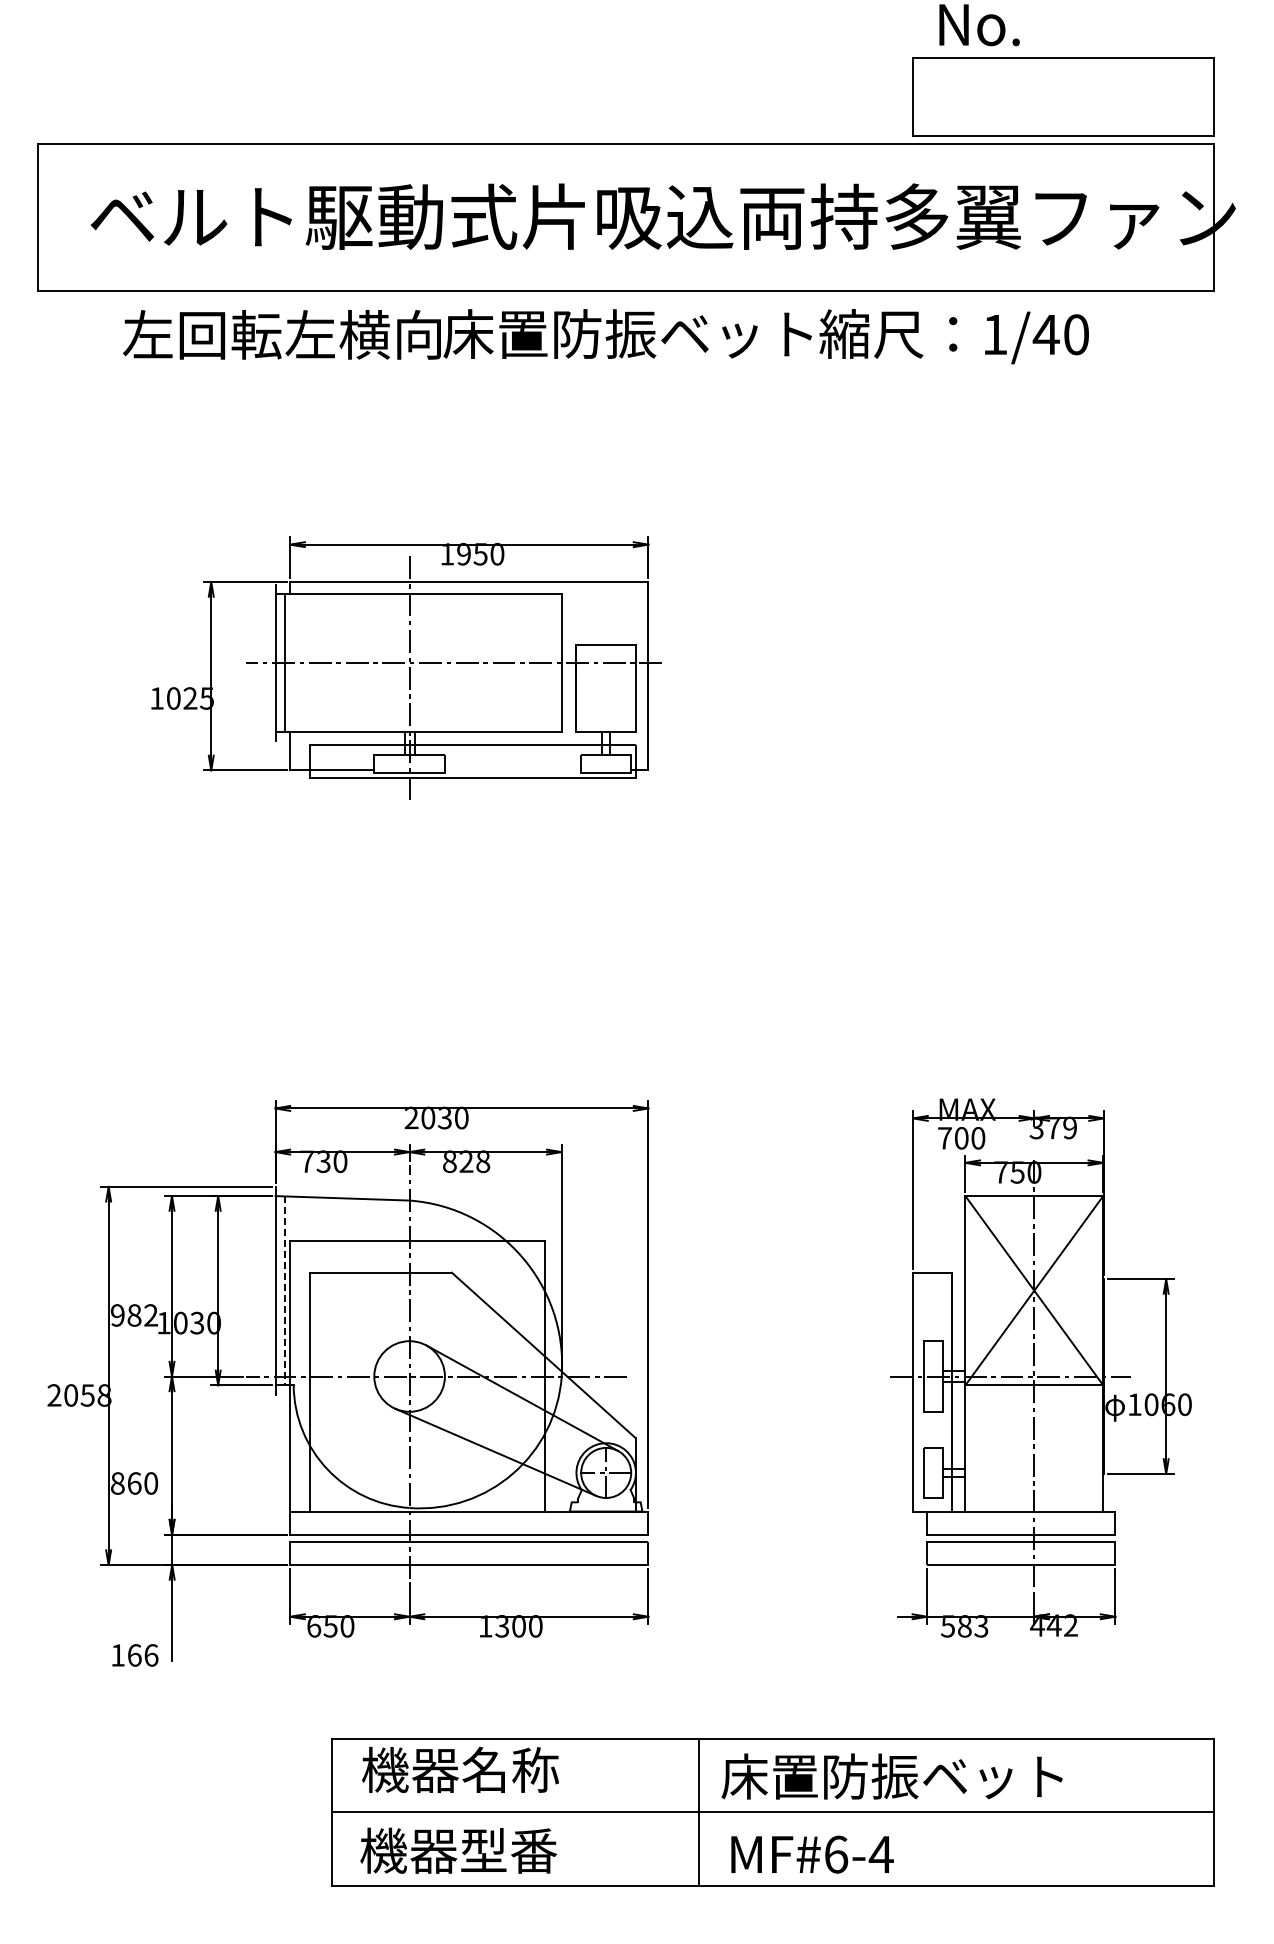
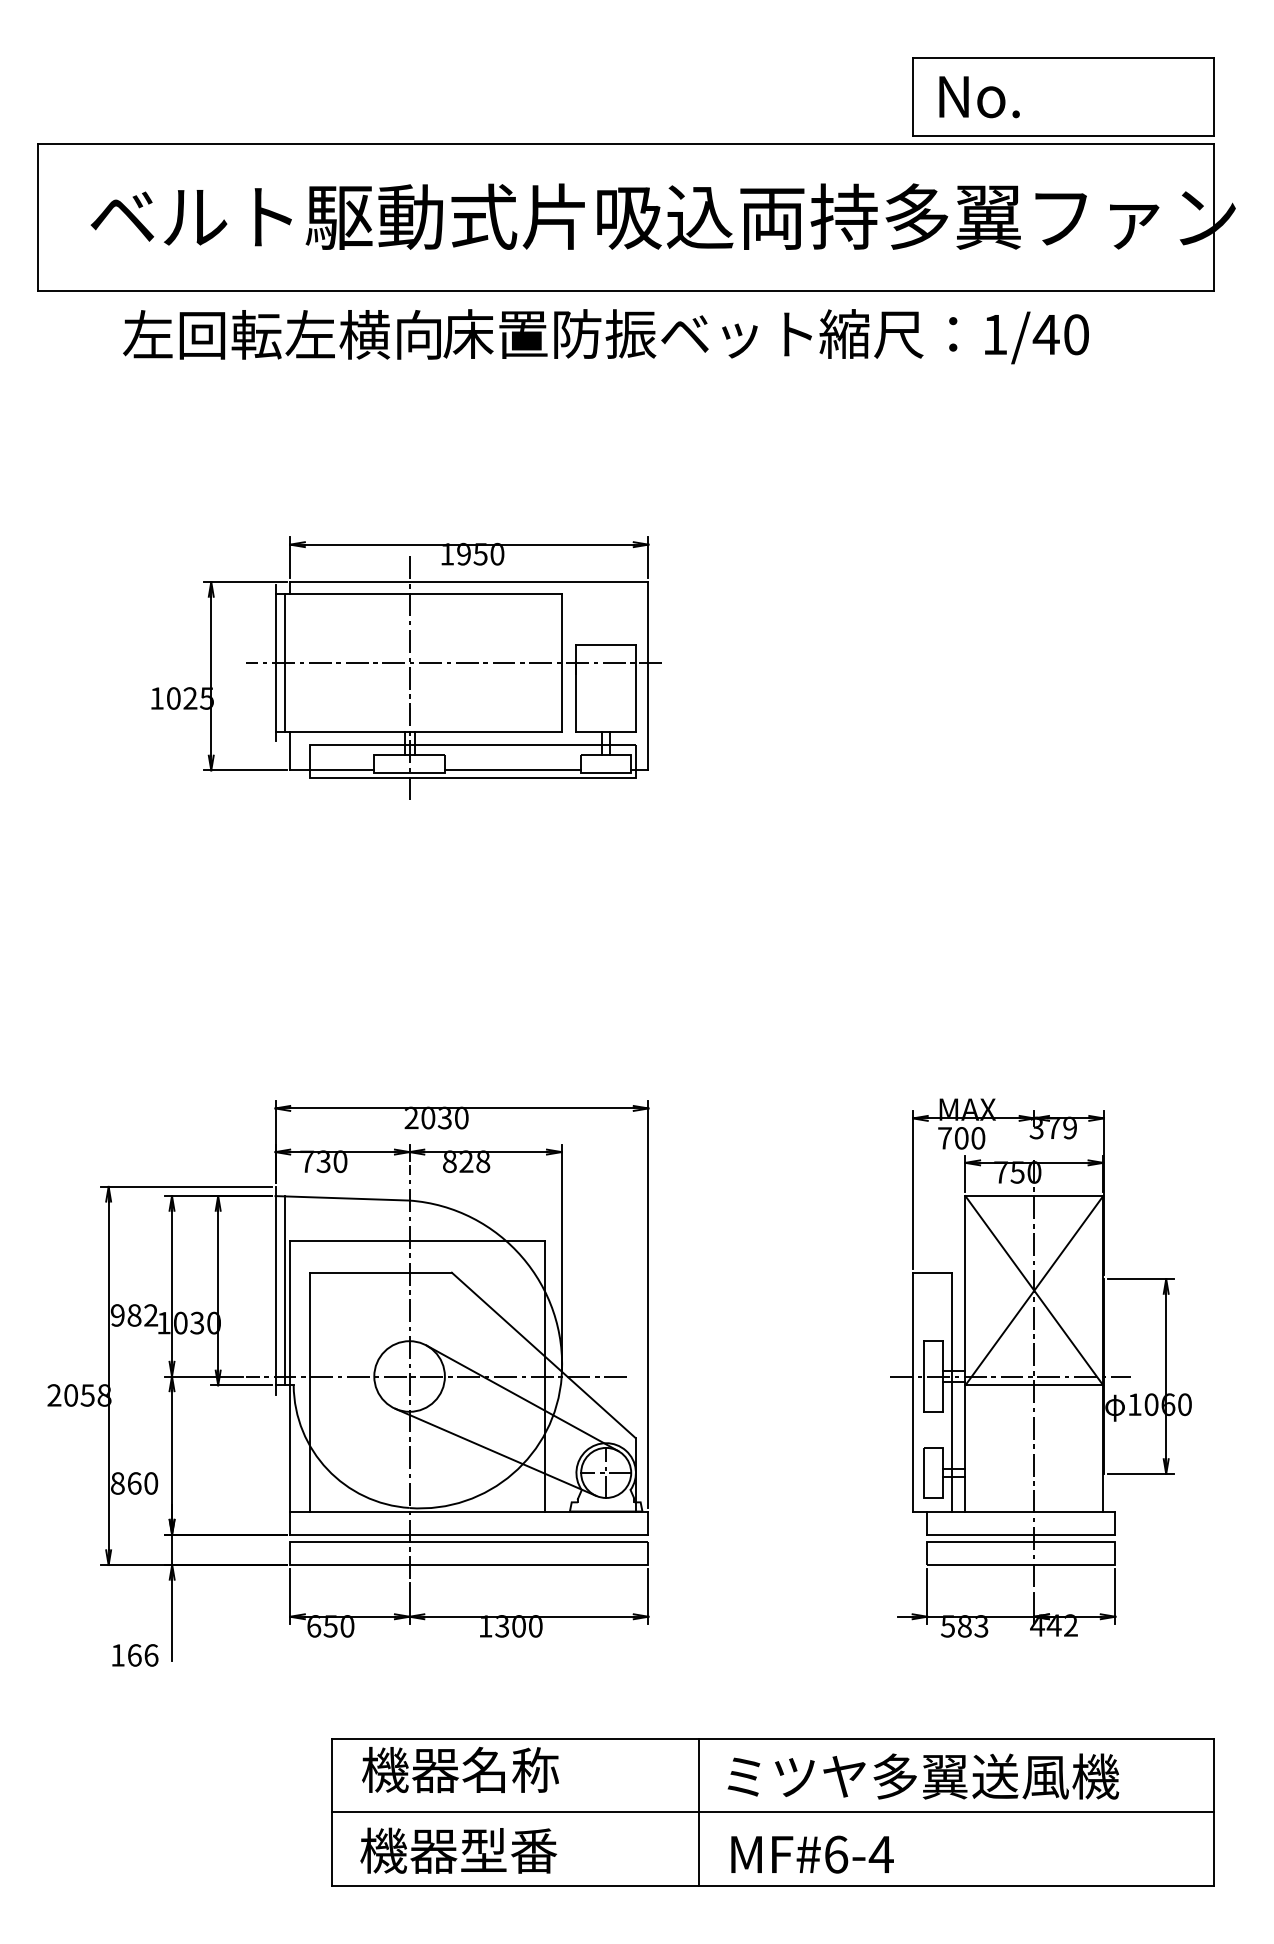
text at (979, 25) position: (979, 25) -> (979, 97)
line at (512, 770): none -> present
line at (284, 1291): dashed -> solid
text at (920, 1776): 床置防振ベット -> ミツヤ多翼送風機
